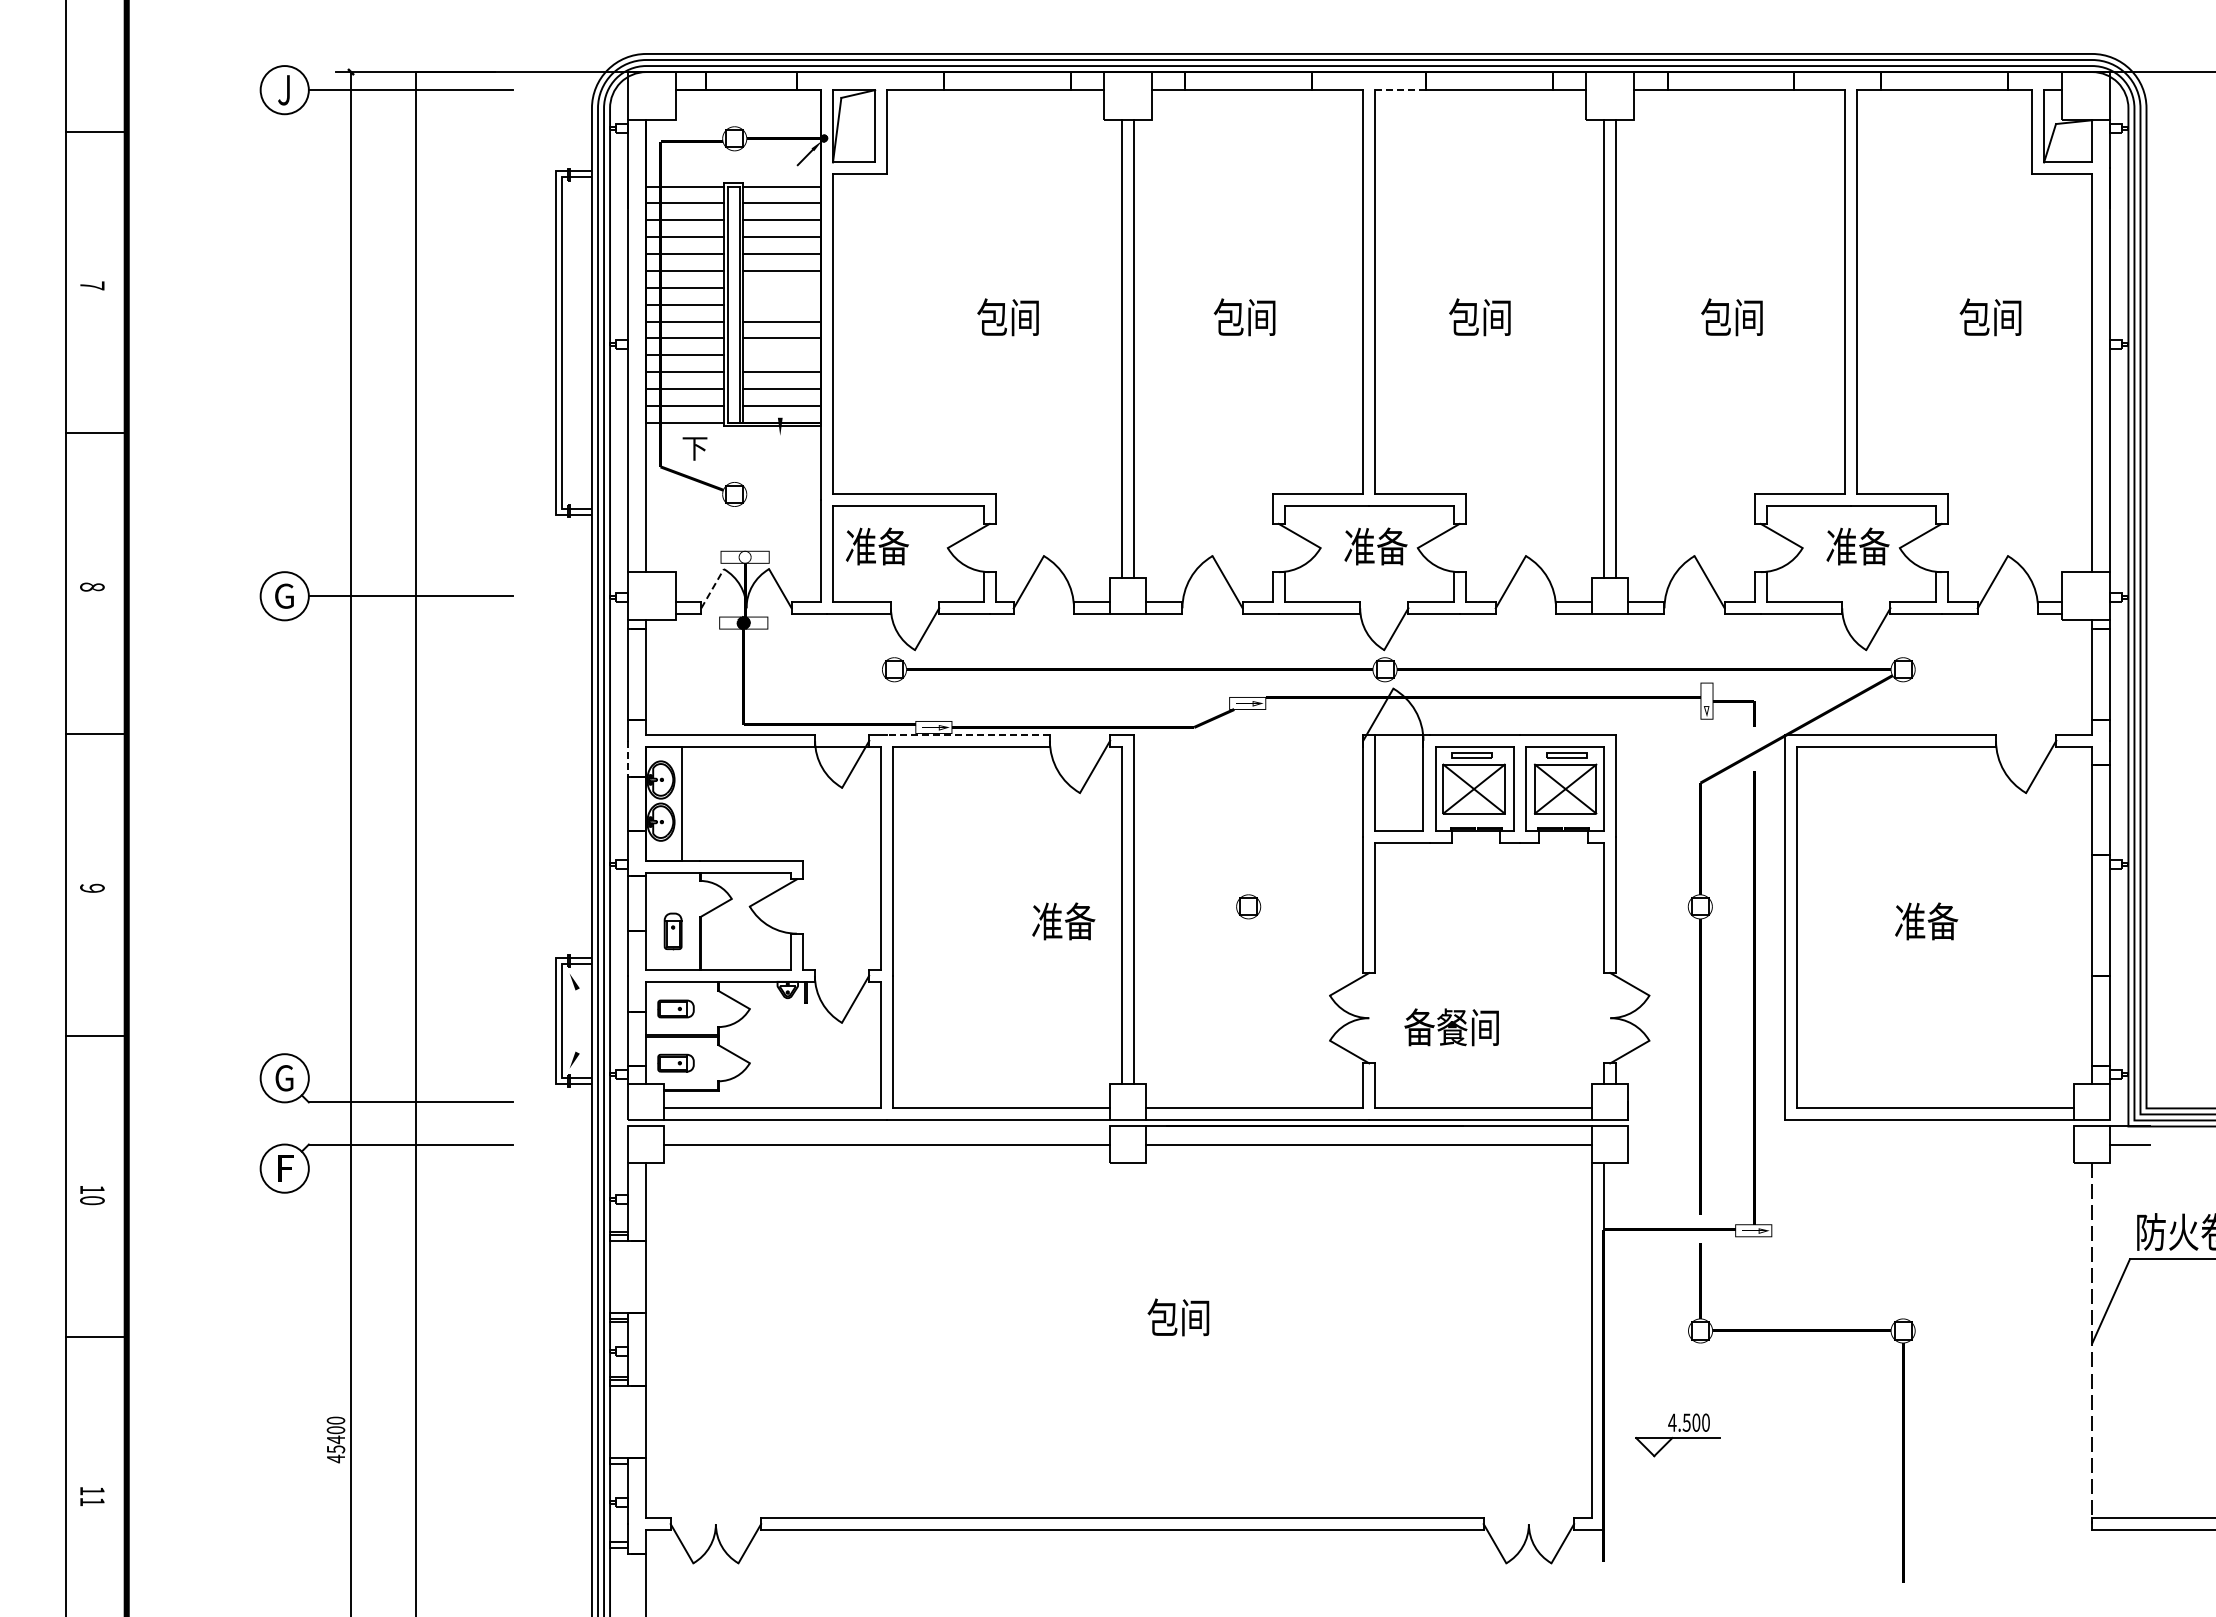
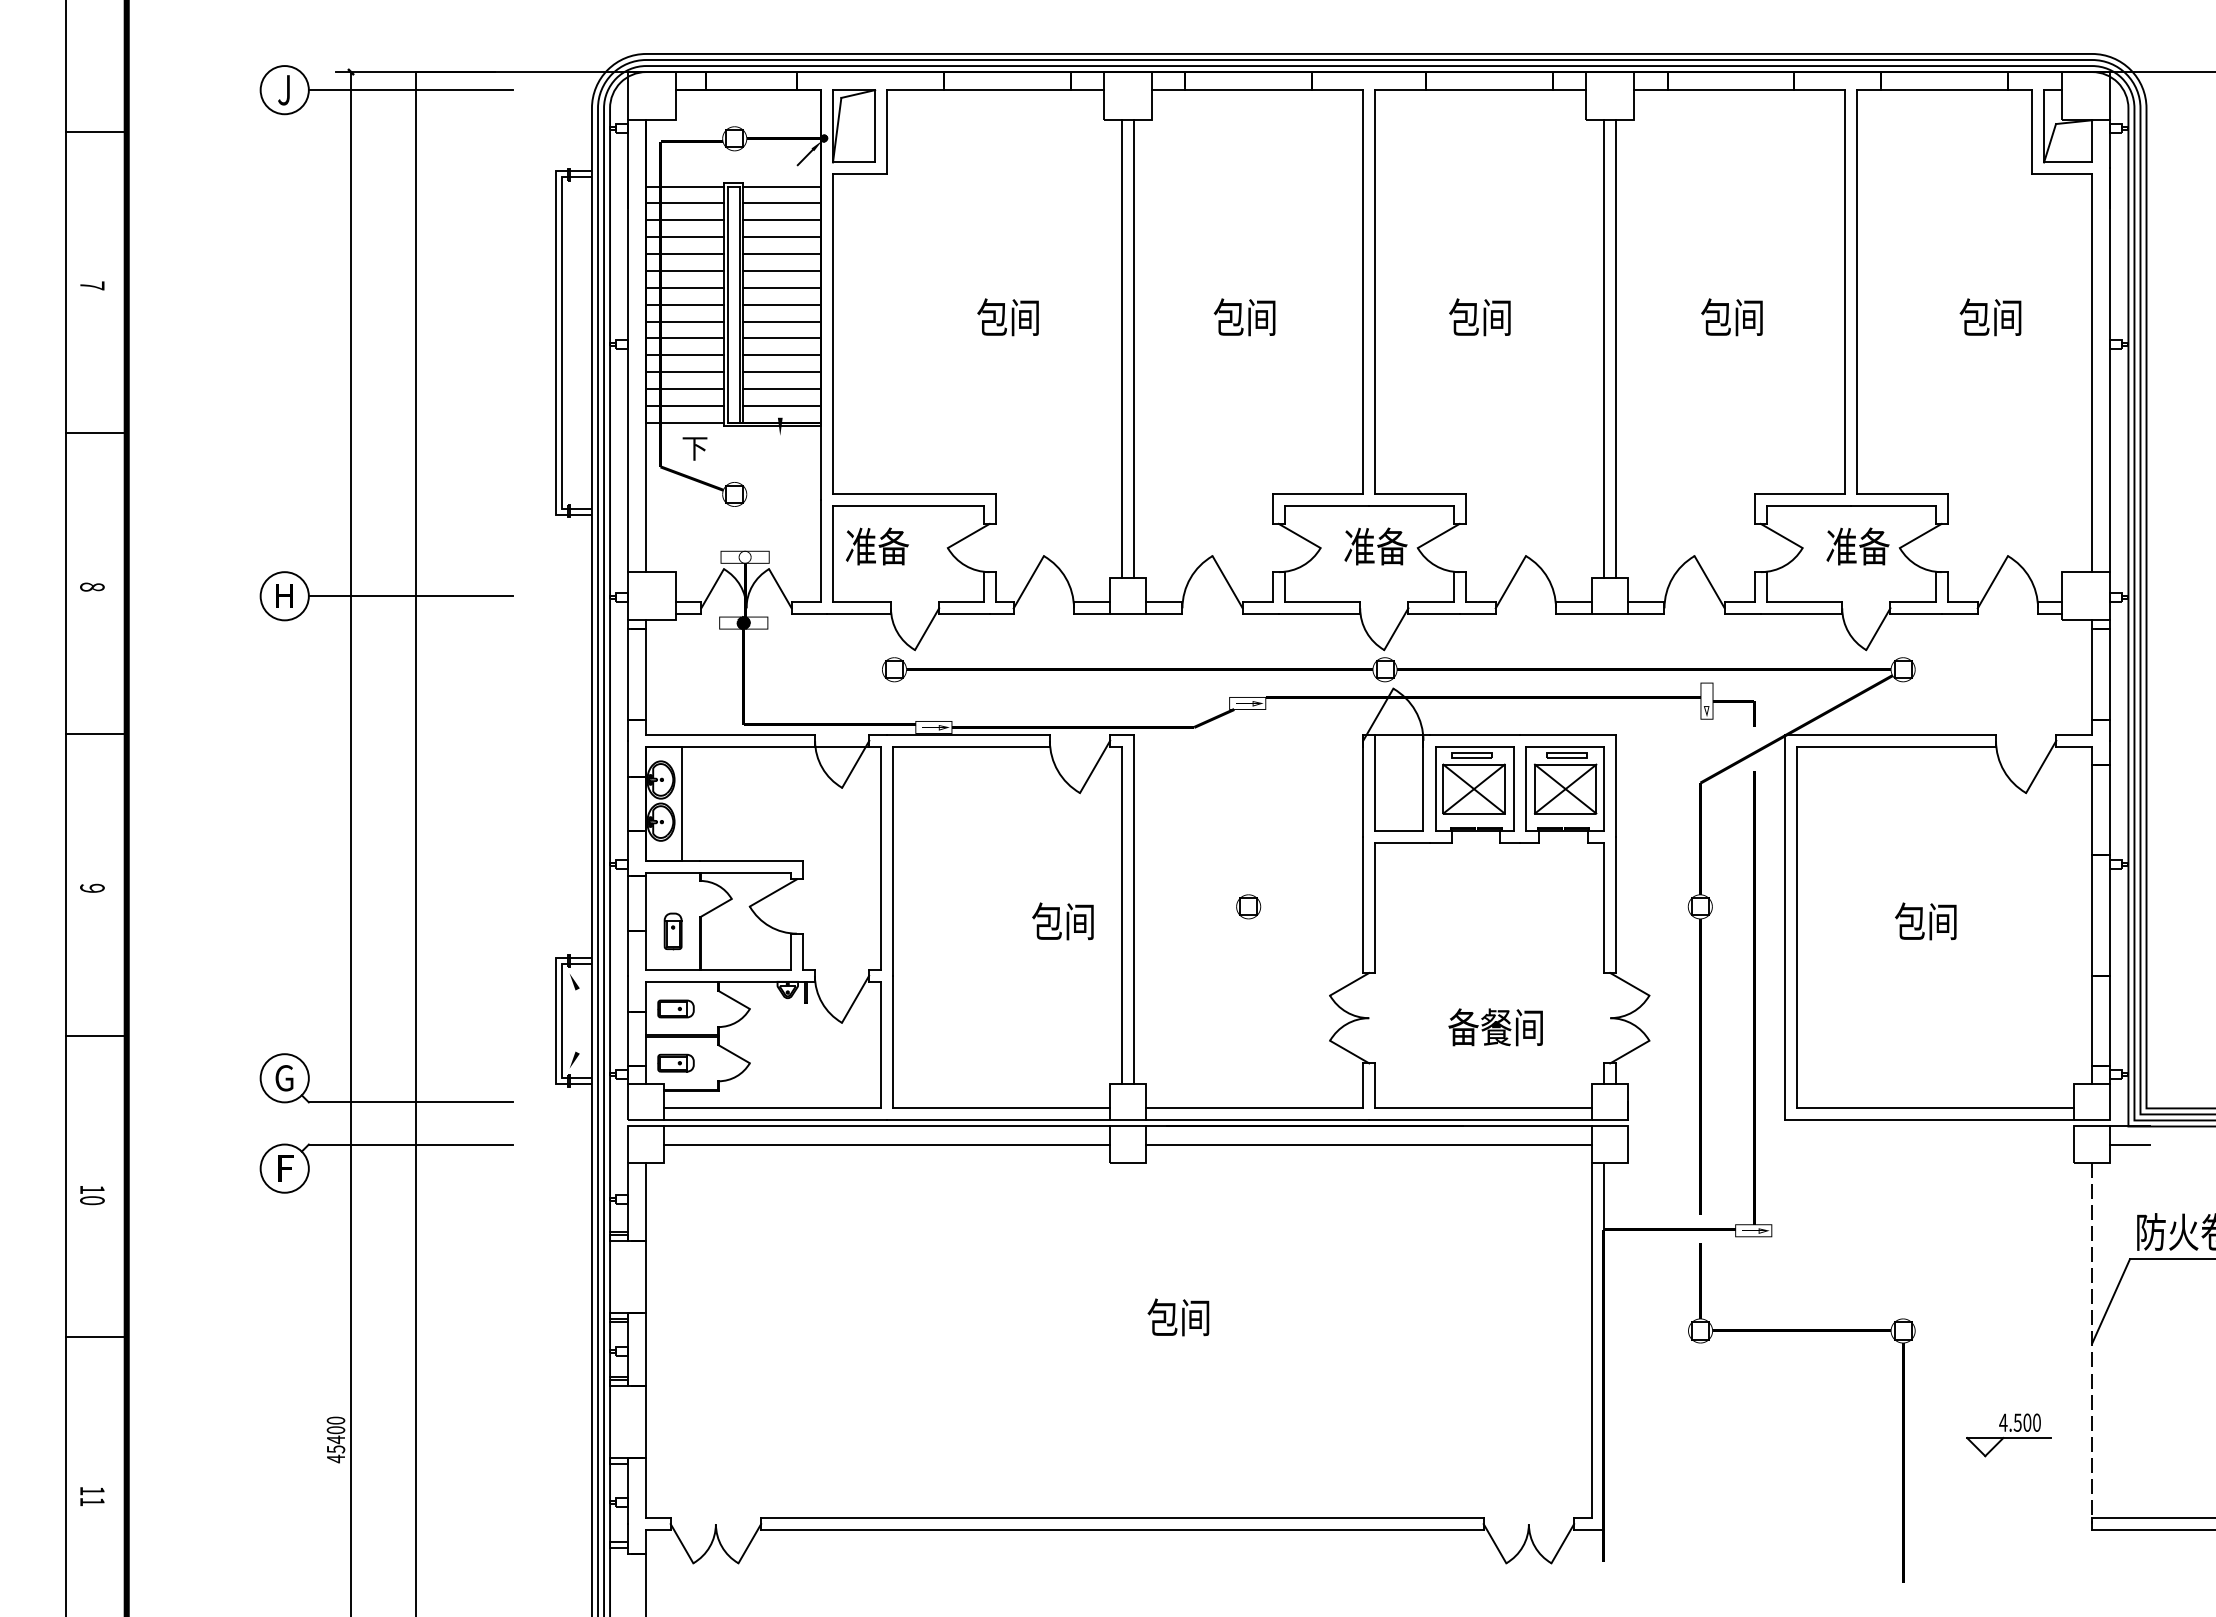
line at (1400, 90): dashed -> solid
line at (781, 287): none -> present
line at (781, 304): none -> present
line at (781, 355): none -> present
line at (712, 588): dashed -> solid
text at (284, 595): G -> H
line at (968, 734): dashed -> solid
line at (628, 759): dashed -> solid
text at (1063, 921): 准备 -> 包间
text at (1926, 921): 准备 -> 包间
text at (1451, 1027) position: (1451, 1027) -> (1495, 1027)
line at (887, 1126): none -> present
part at (1677, 1435) position: (1677, 1435) -> (2008, 1435)
